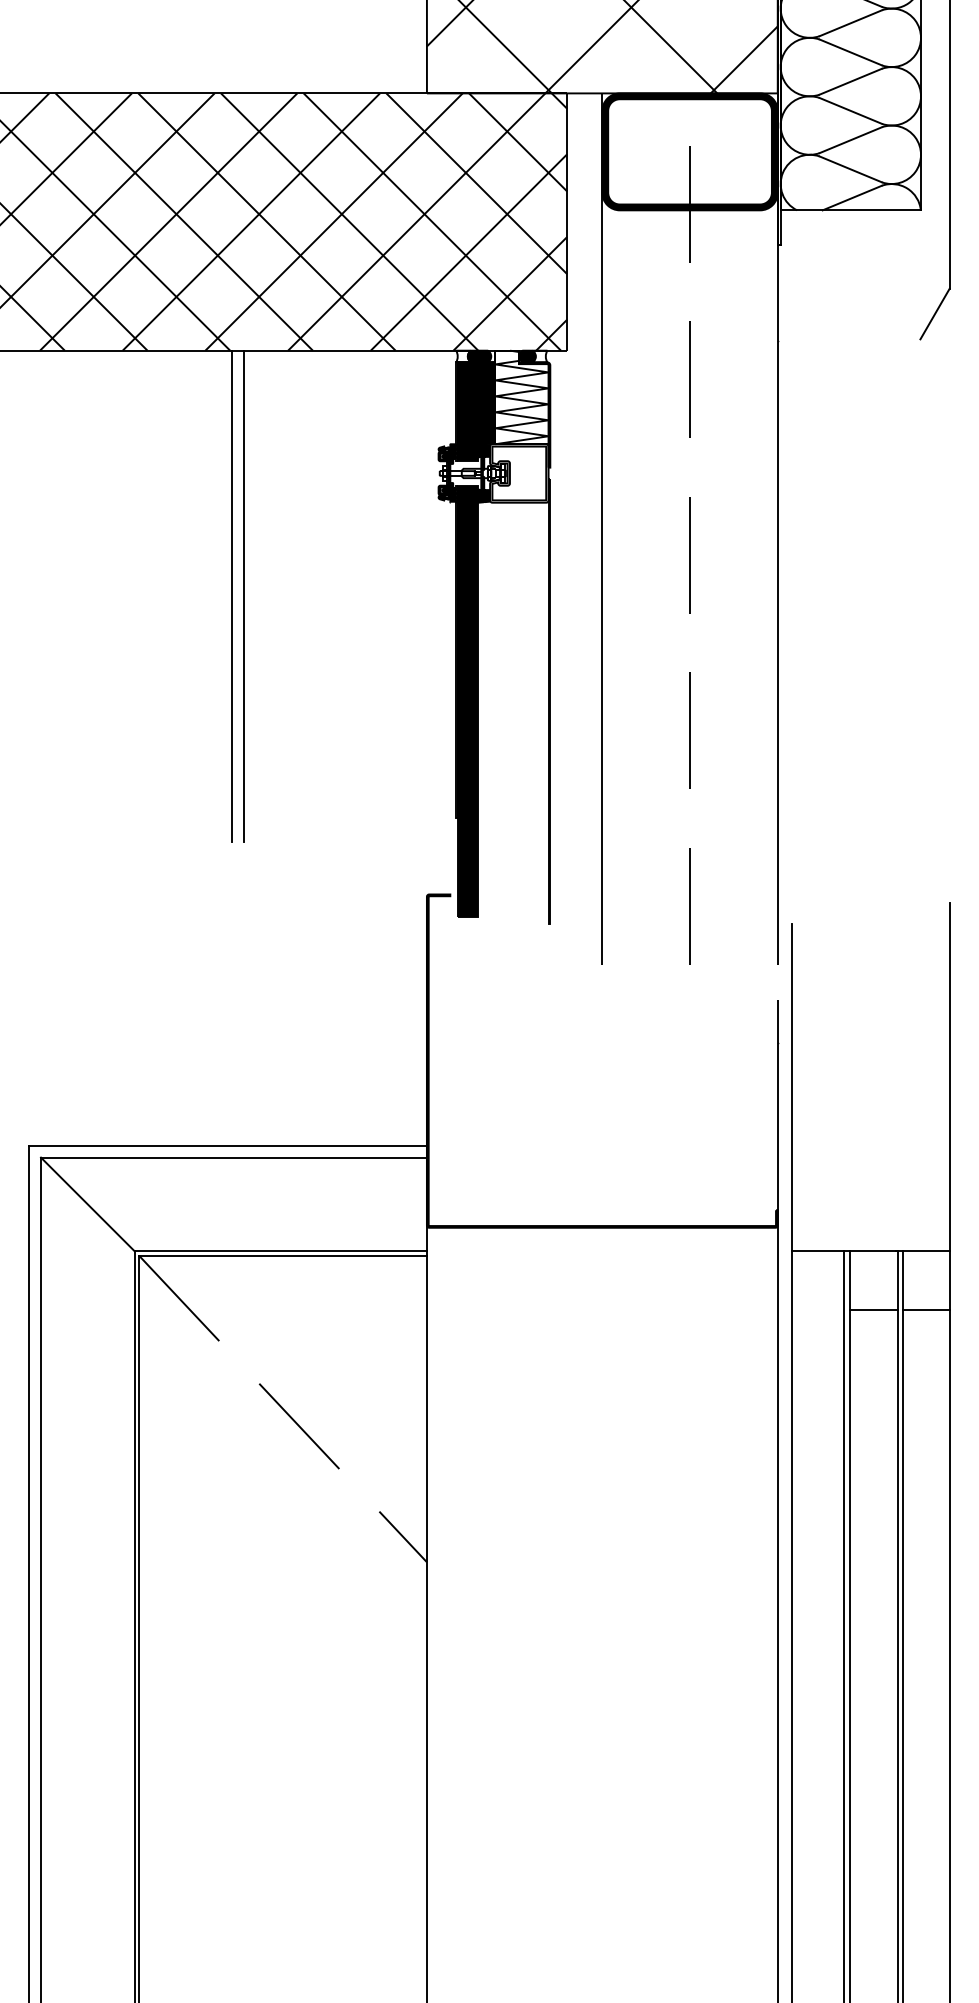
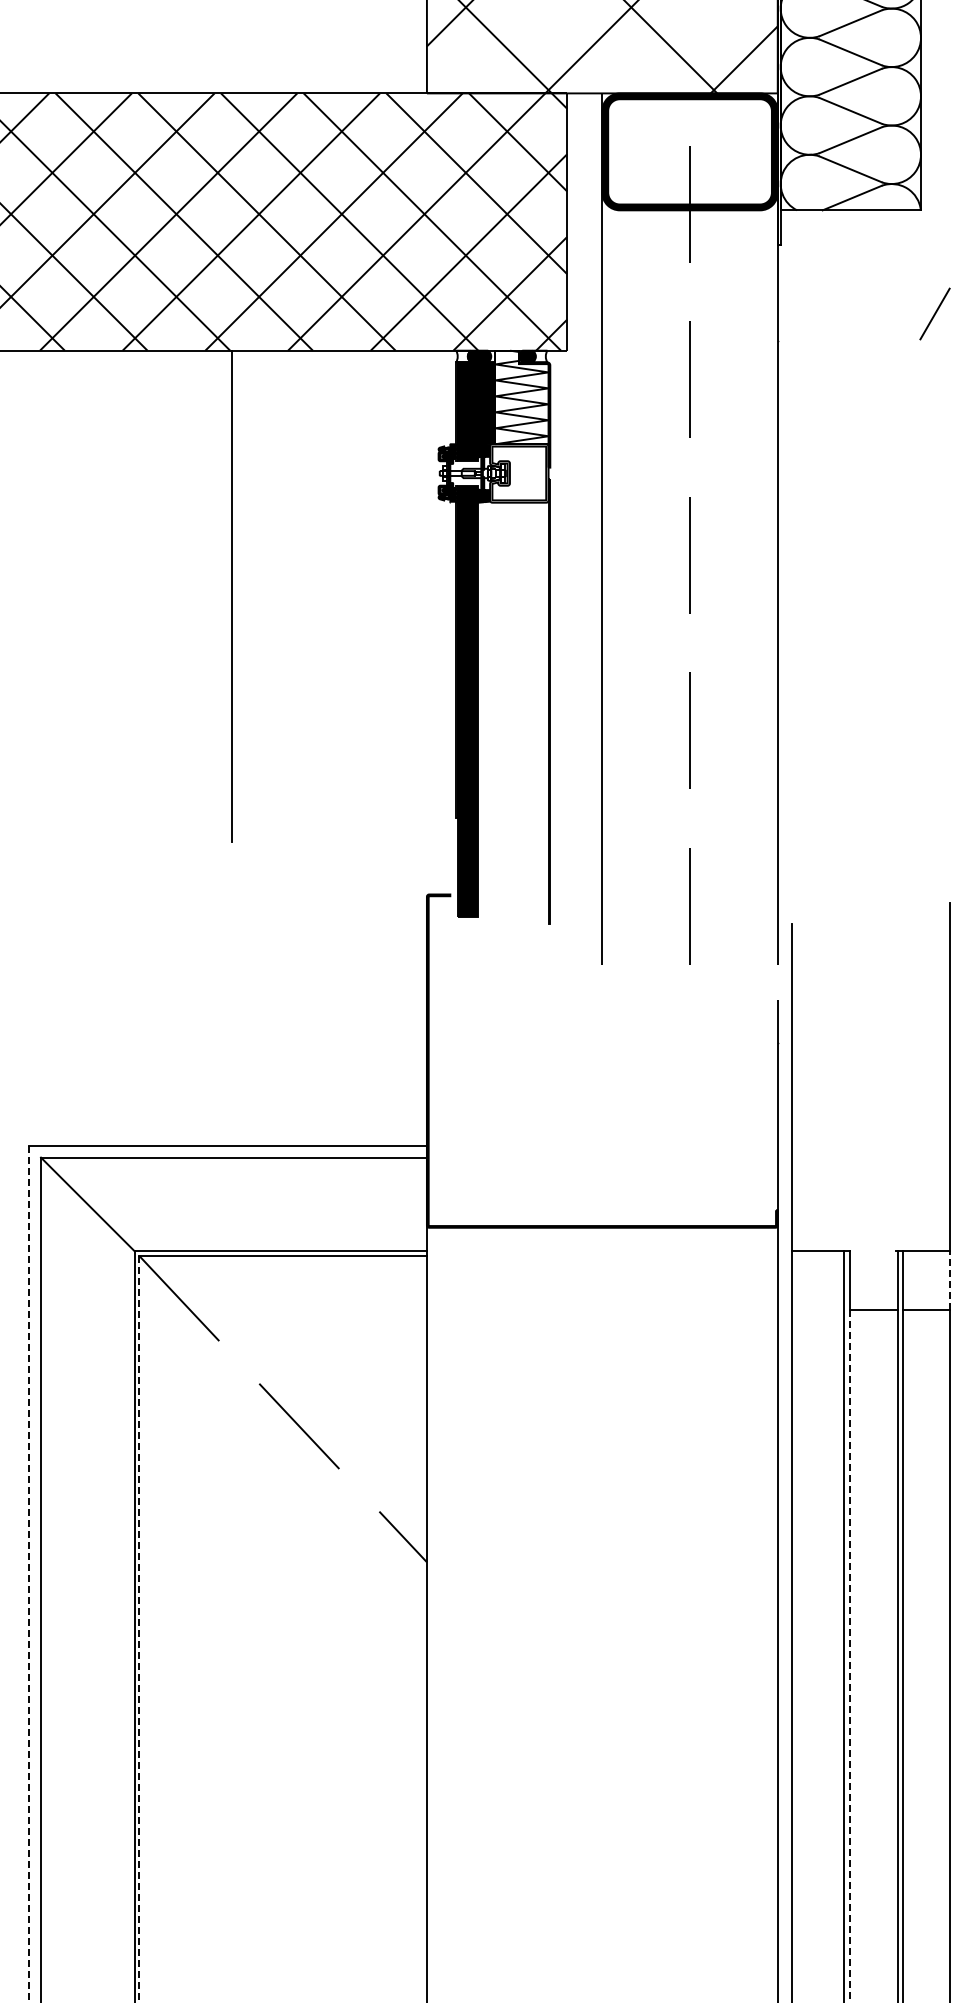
line at (949, 145): present -> none
line at (243, 595): present -> none
line at (873, 1251): present -> none
line at (949, 1279): solid -> dashed
line at (29, 1574): solid -> dashed
line at (139, 1629): solid -> dashed
line at (849, 1656): solid -> dashed
